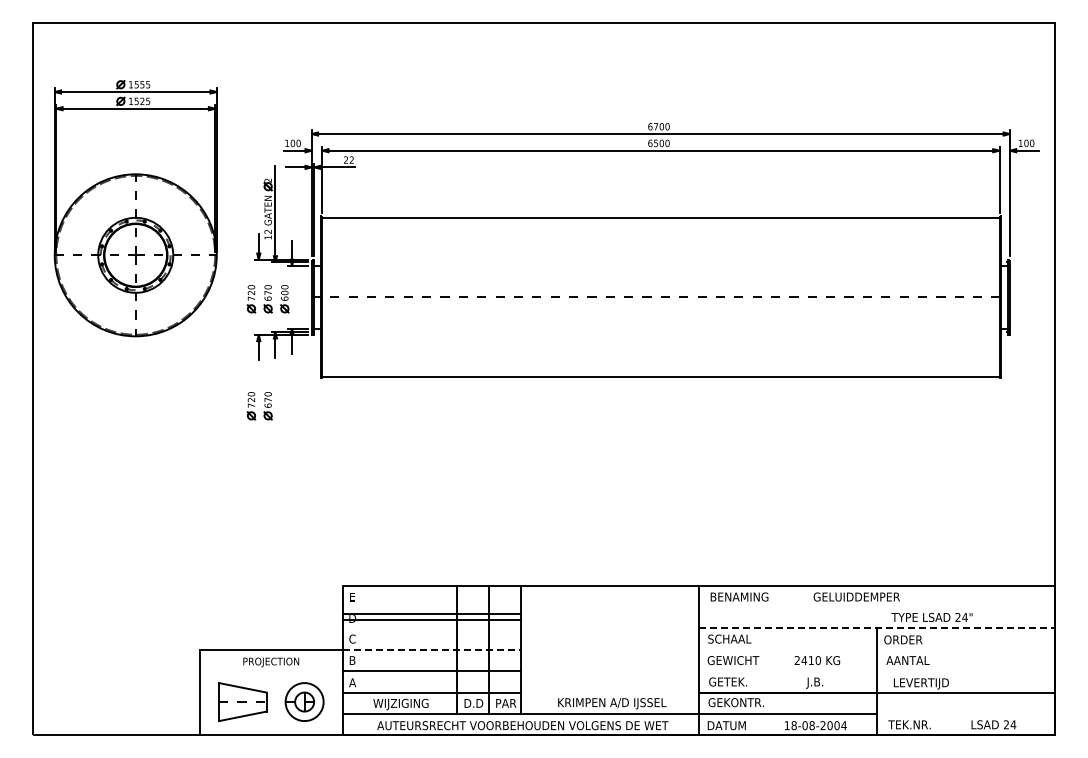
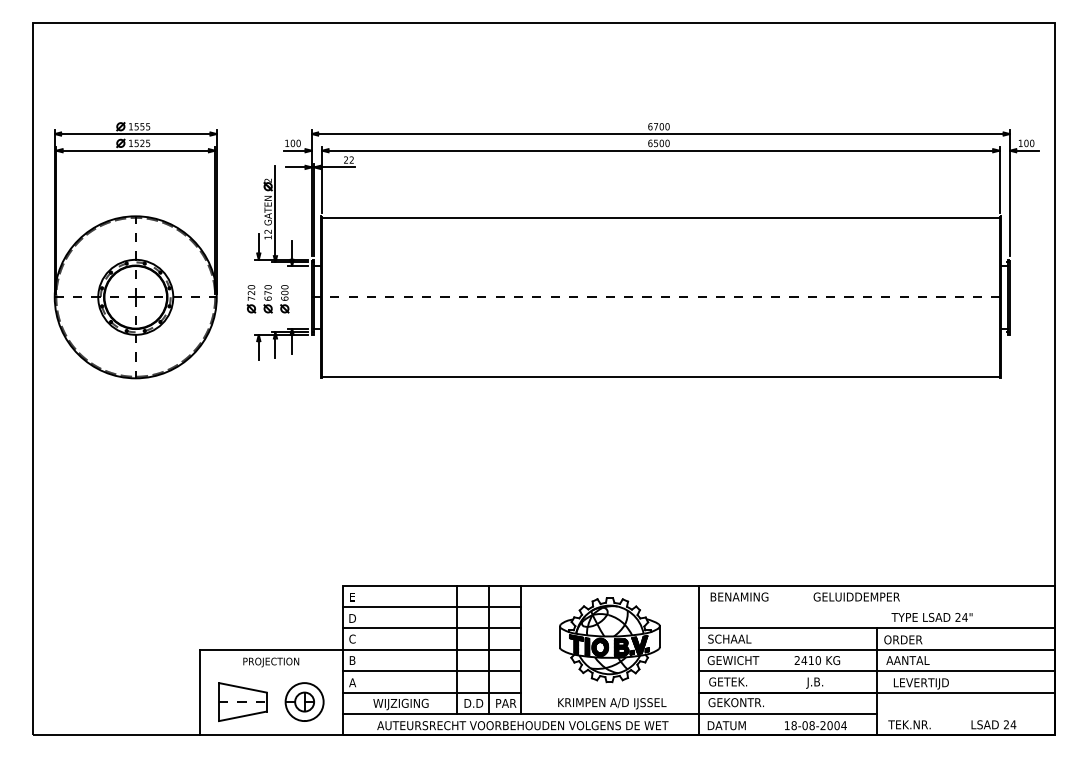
part at (135, 208) position: (135, 208) -> (135, 250)
part at (259, 406): present -> none
line at (431, 614) position: (431, 614) -> (431, 607)
line at (431, 620) position: (431, 620) -> (431, 628)
line at (877, 628): dashed -> solid
part at (609, 640): none -> present
line at (432, 649): dashed -> solid
line at (877, 649): none -> present
line at (877, 671): none -> present
